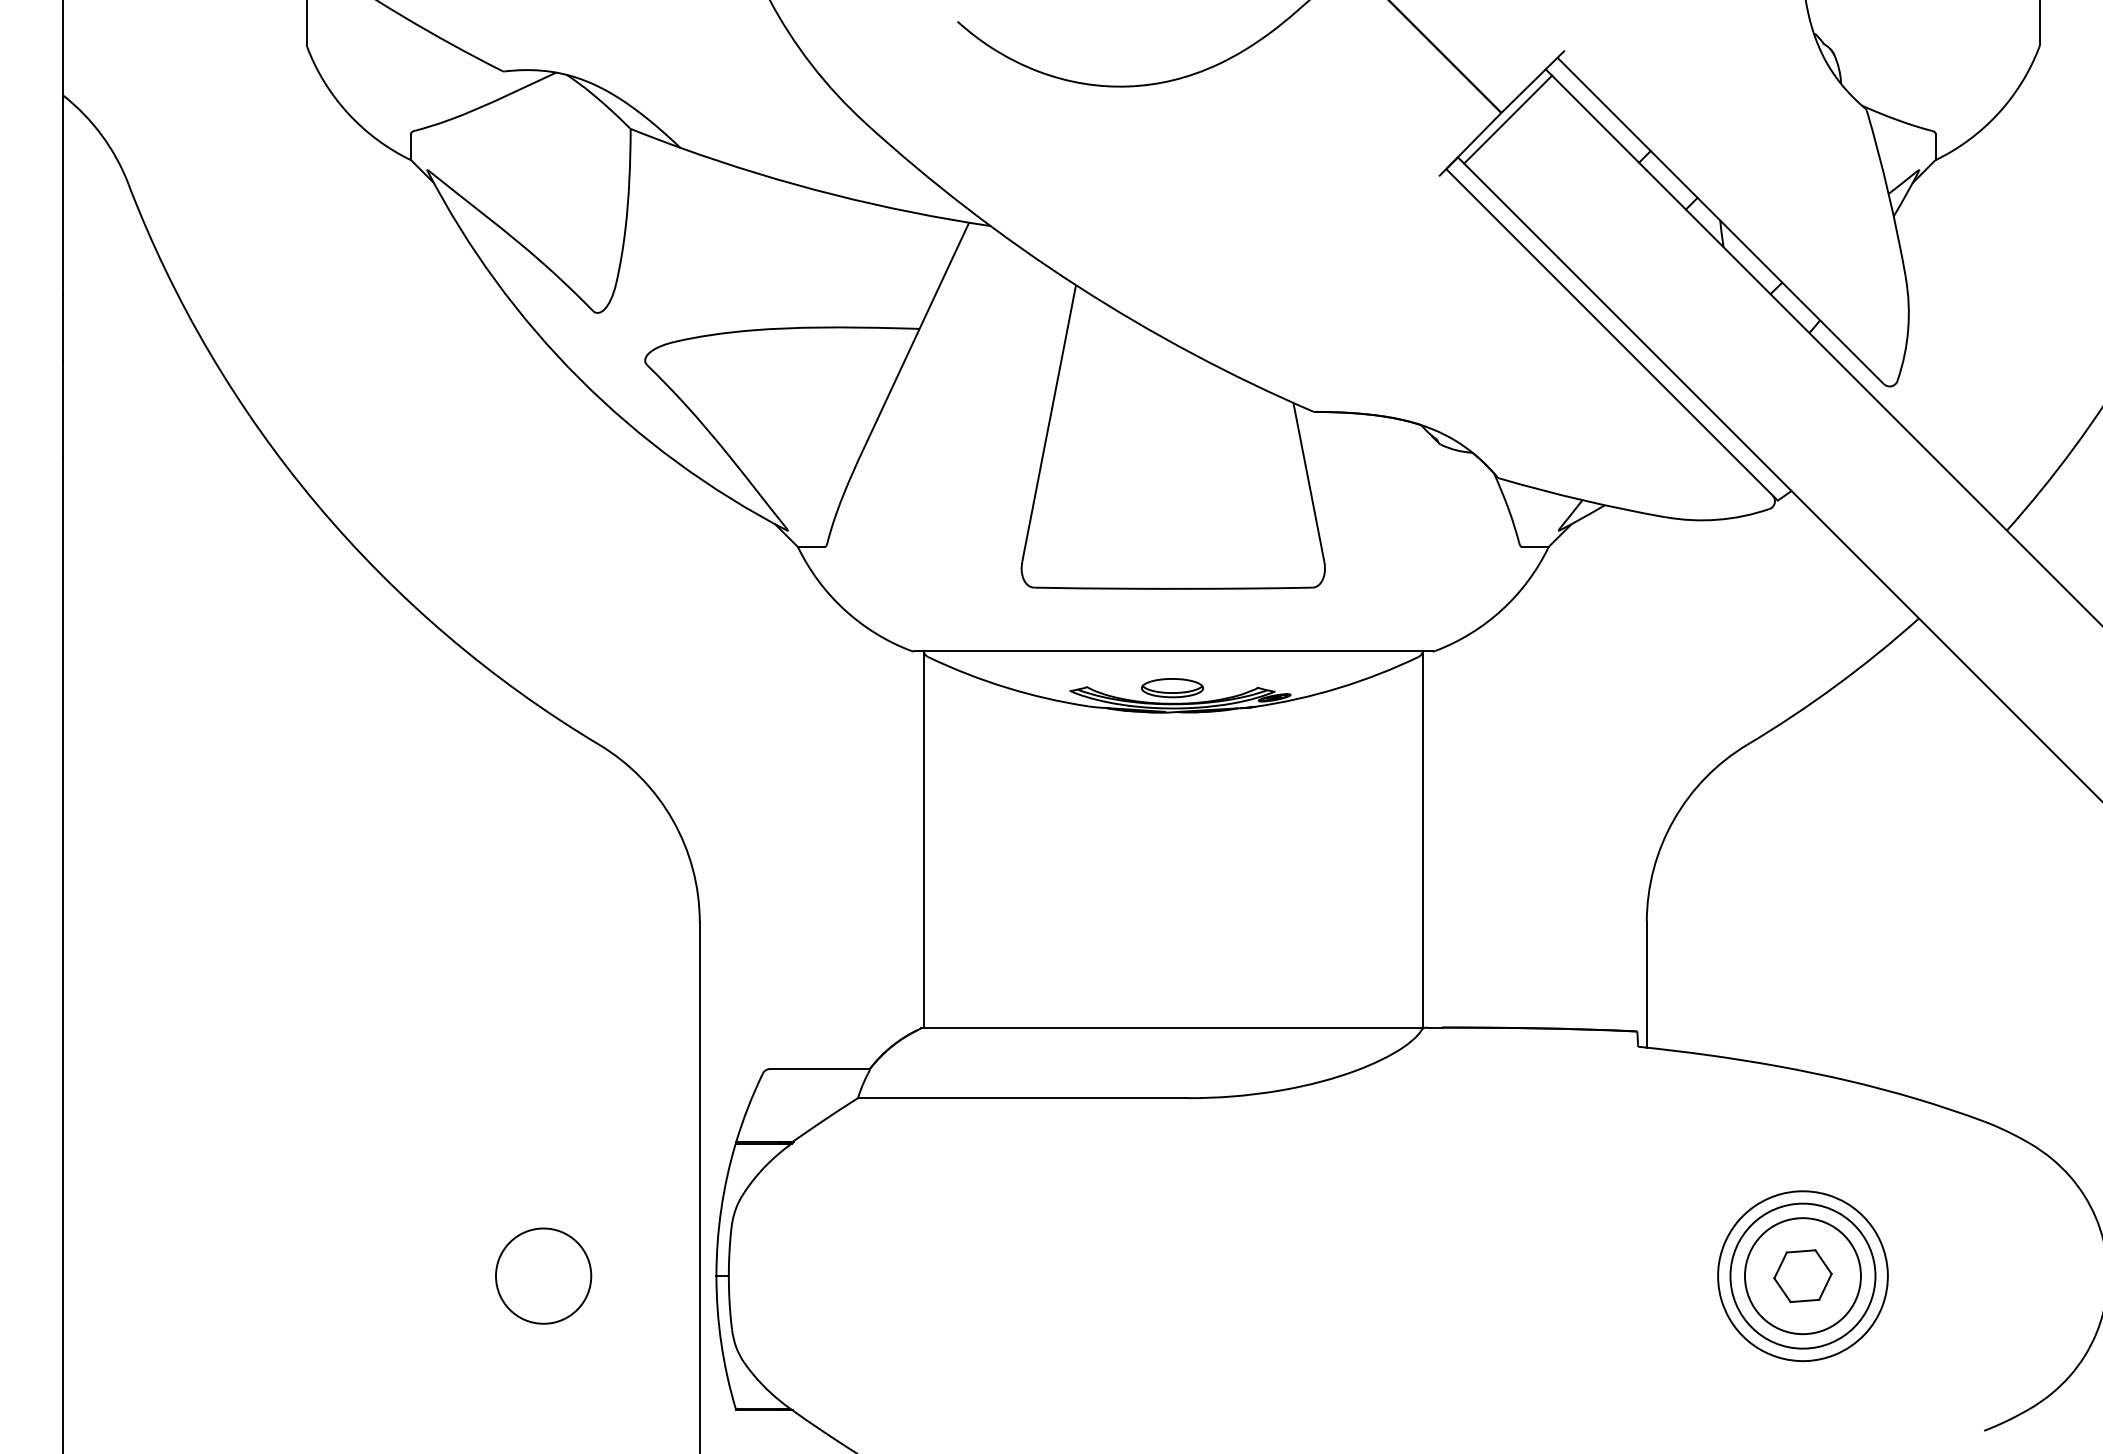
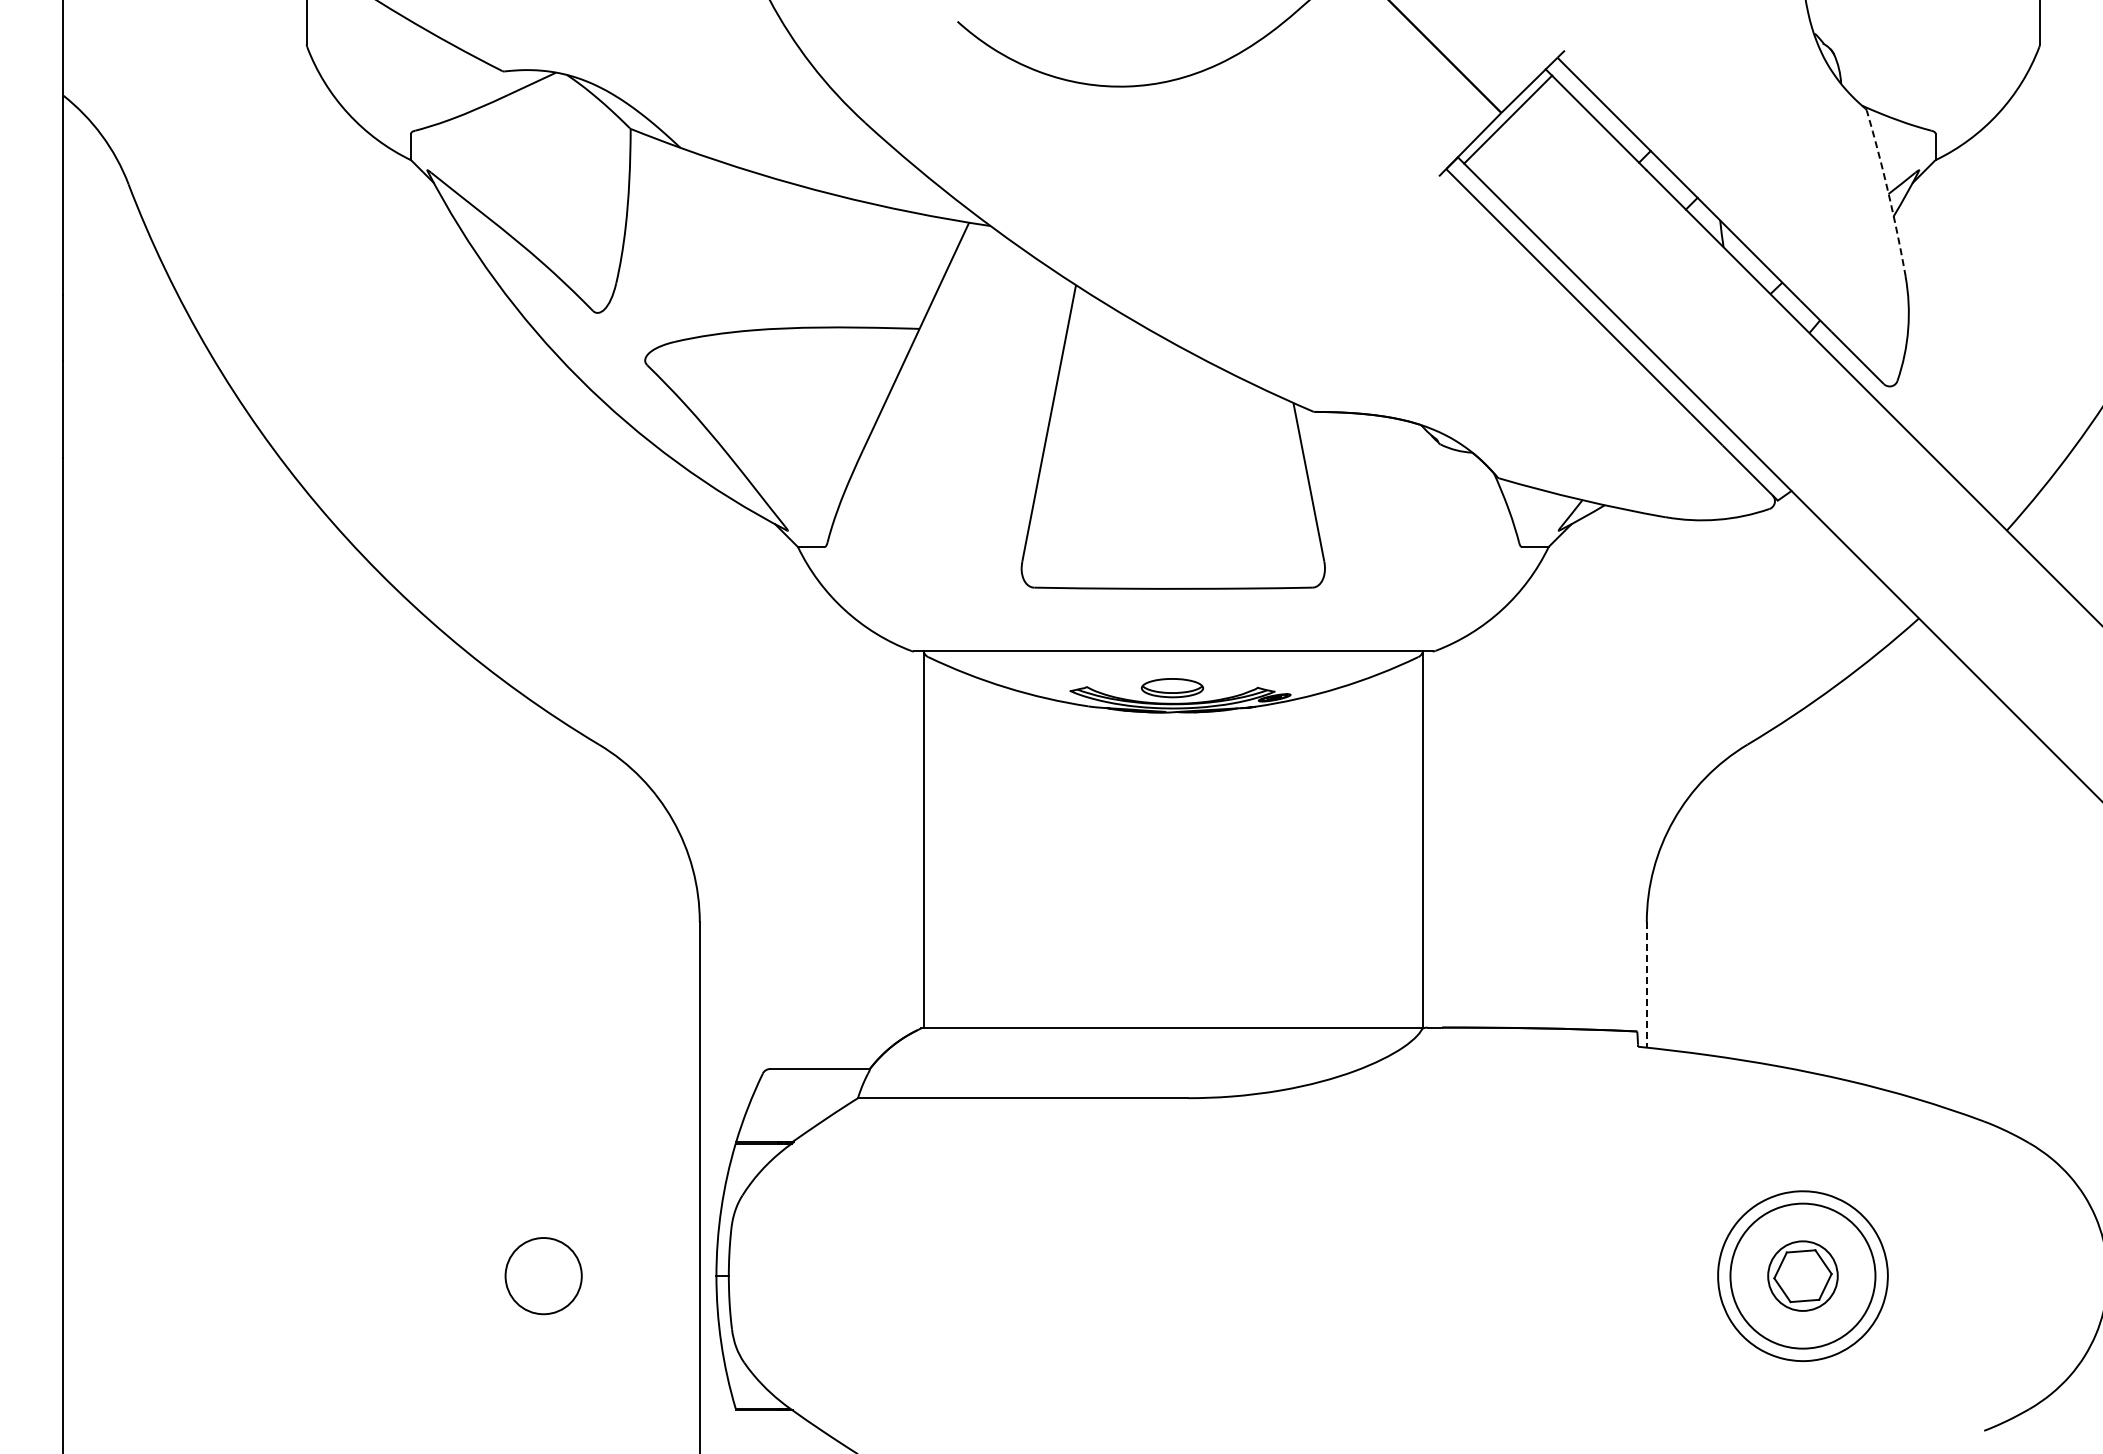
arc at (1888, 193): solid -> dashed
line at (1646, 985): solid -> dashed
circle at (543, 1275) size: 98x98 px -> 79x79 px
circle at (1802, 1276) diameter: 116 px -> 70 px
